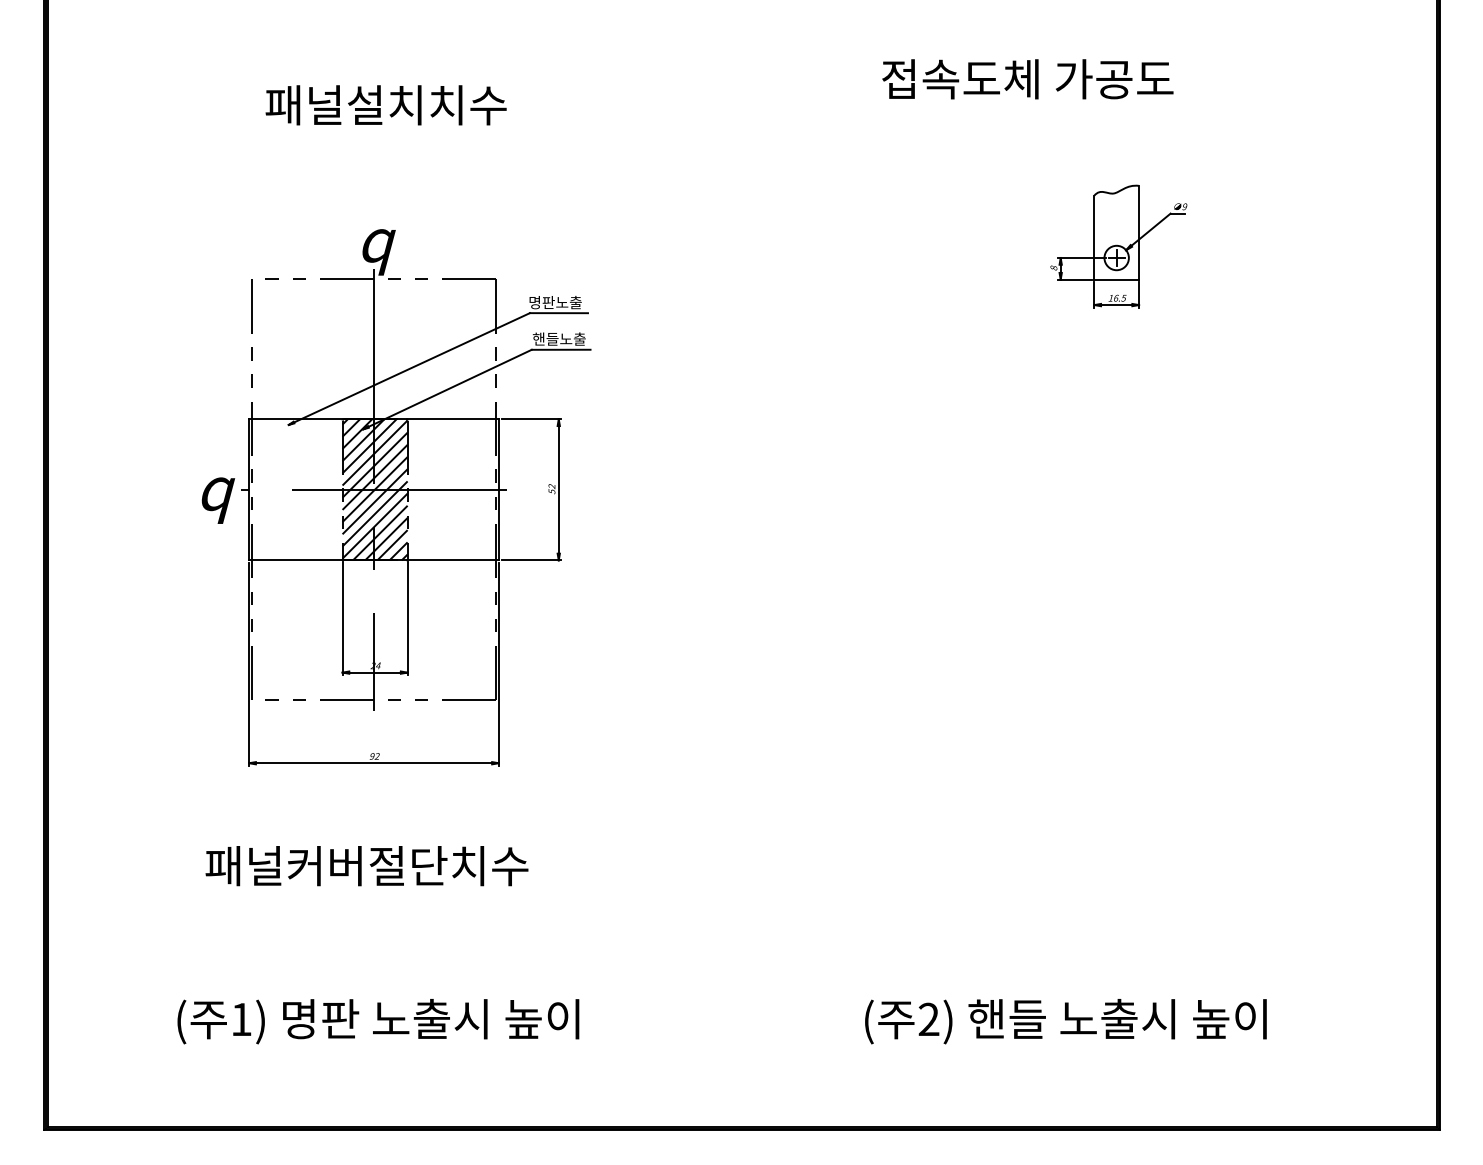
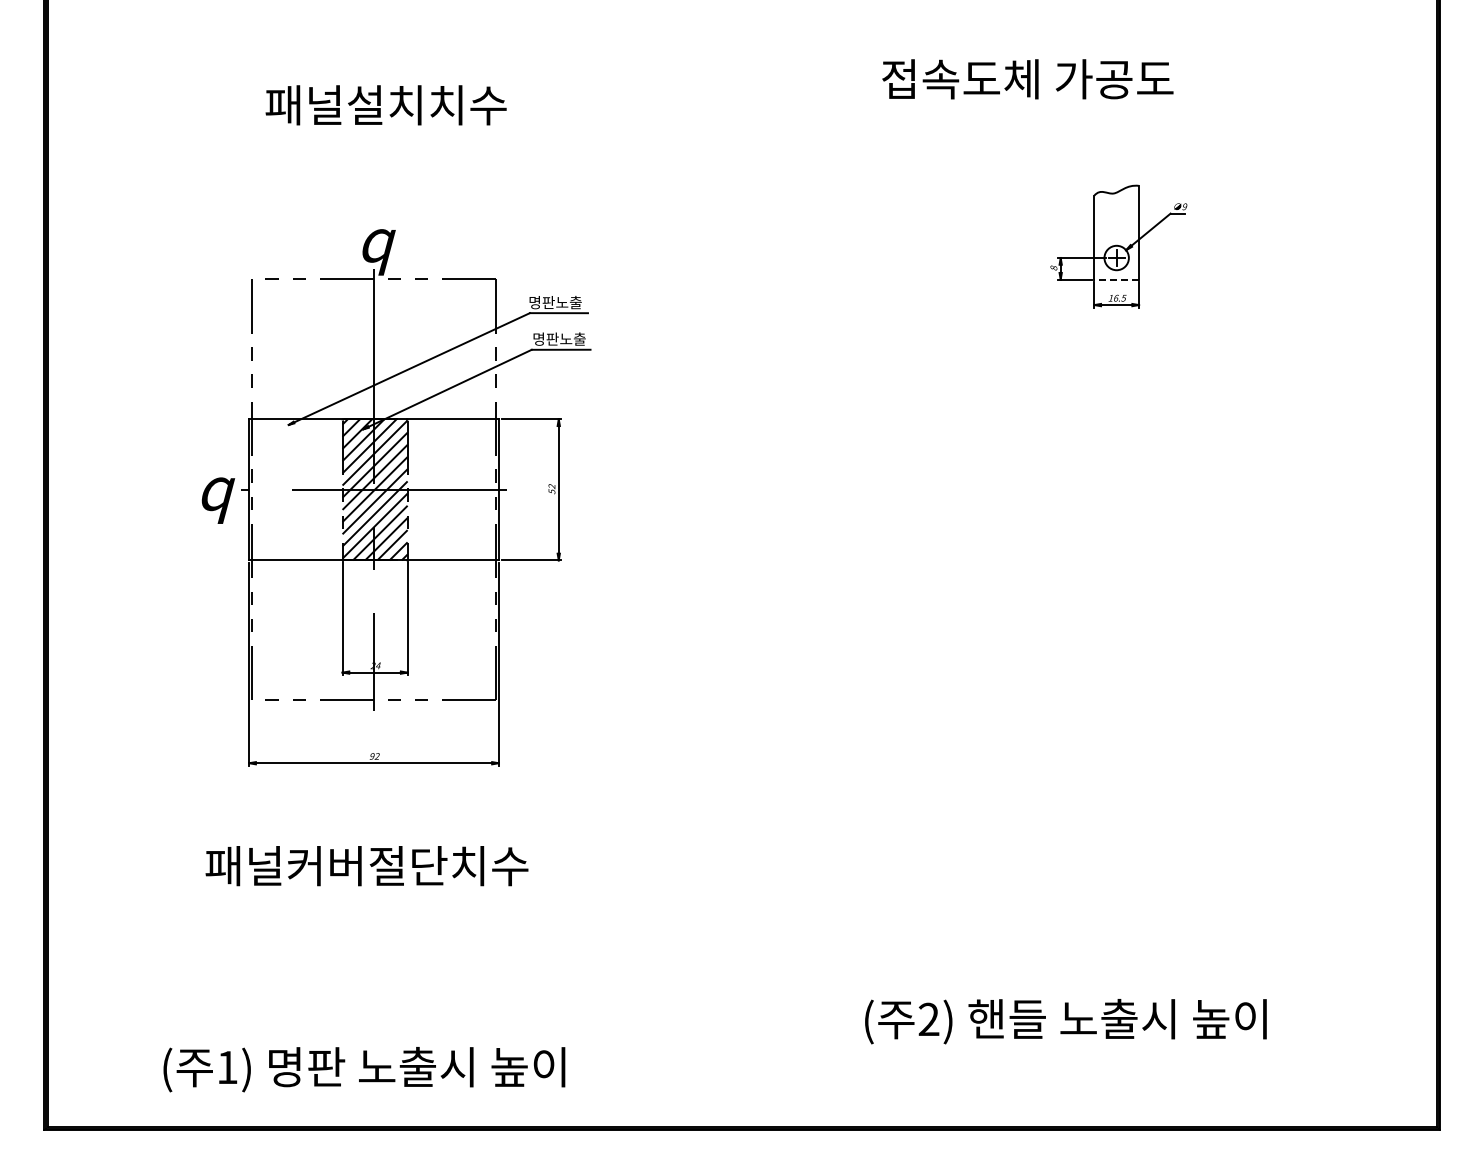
line at (1116, 279): solid -> dashed
text at (545, 338): 핸들노출 -> 명판노출
text at (378, 1021) position: (378, 1021) -> (364, 1069)
